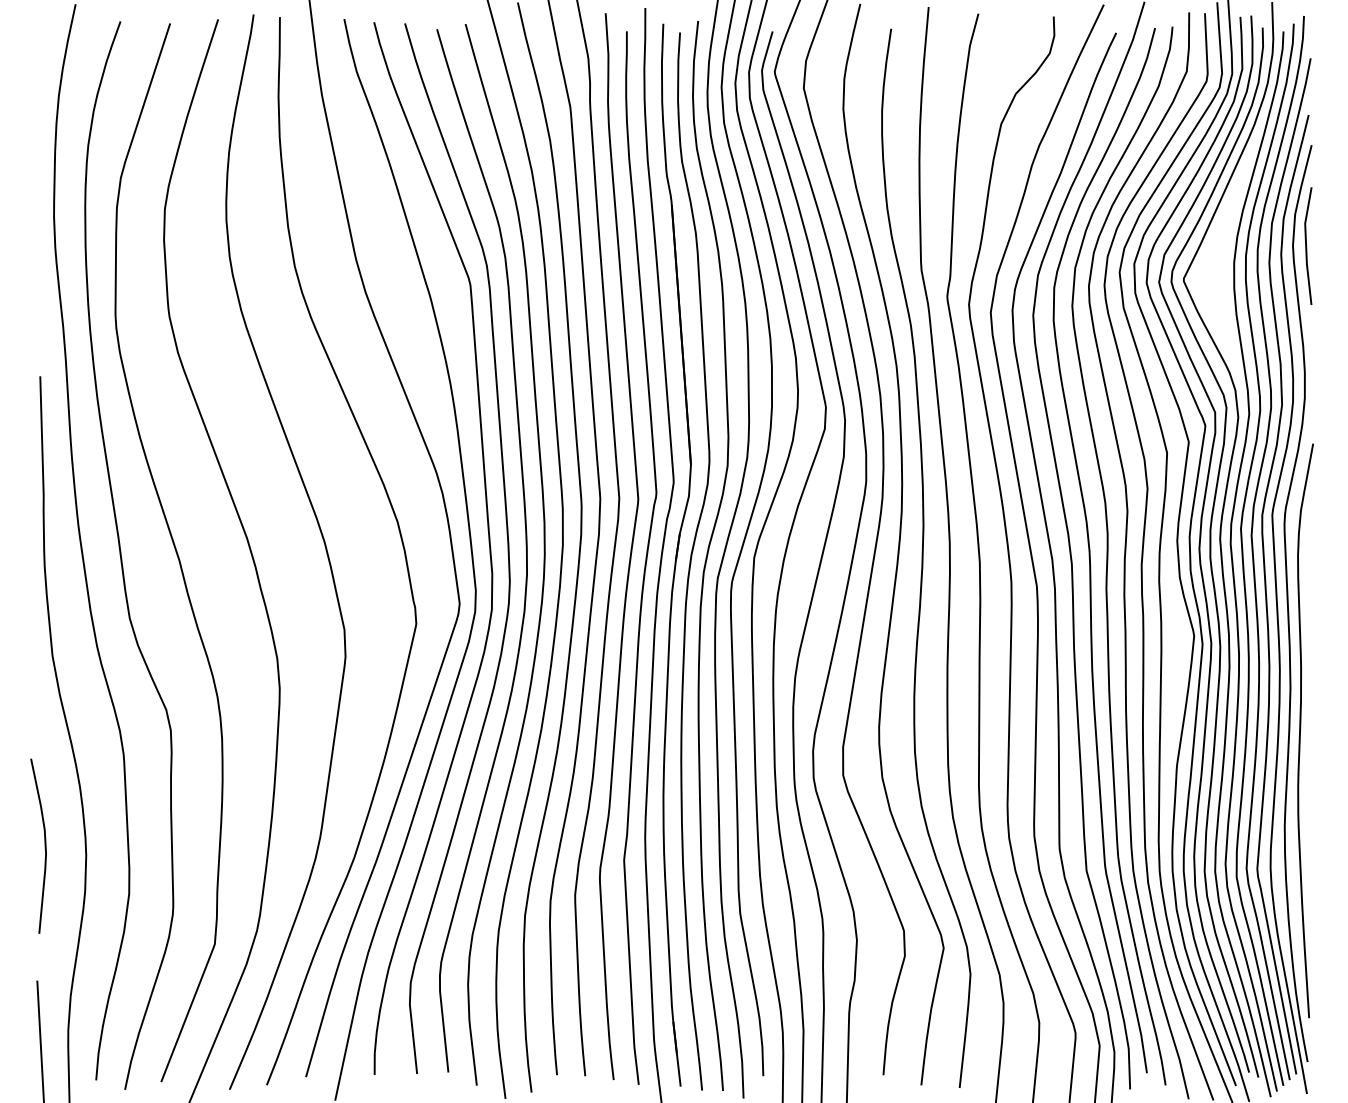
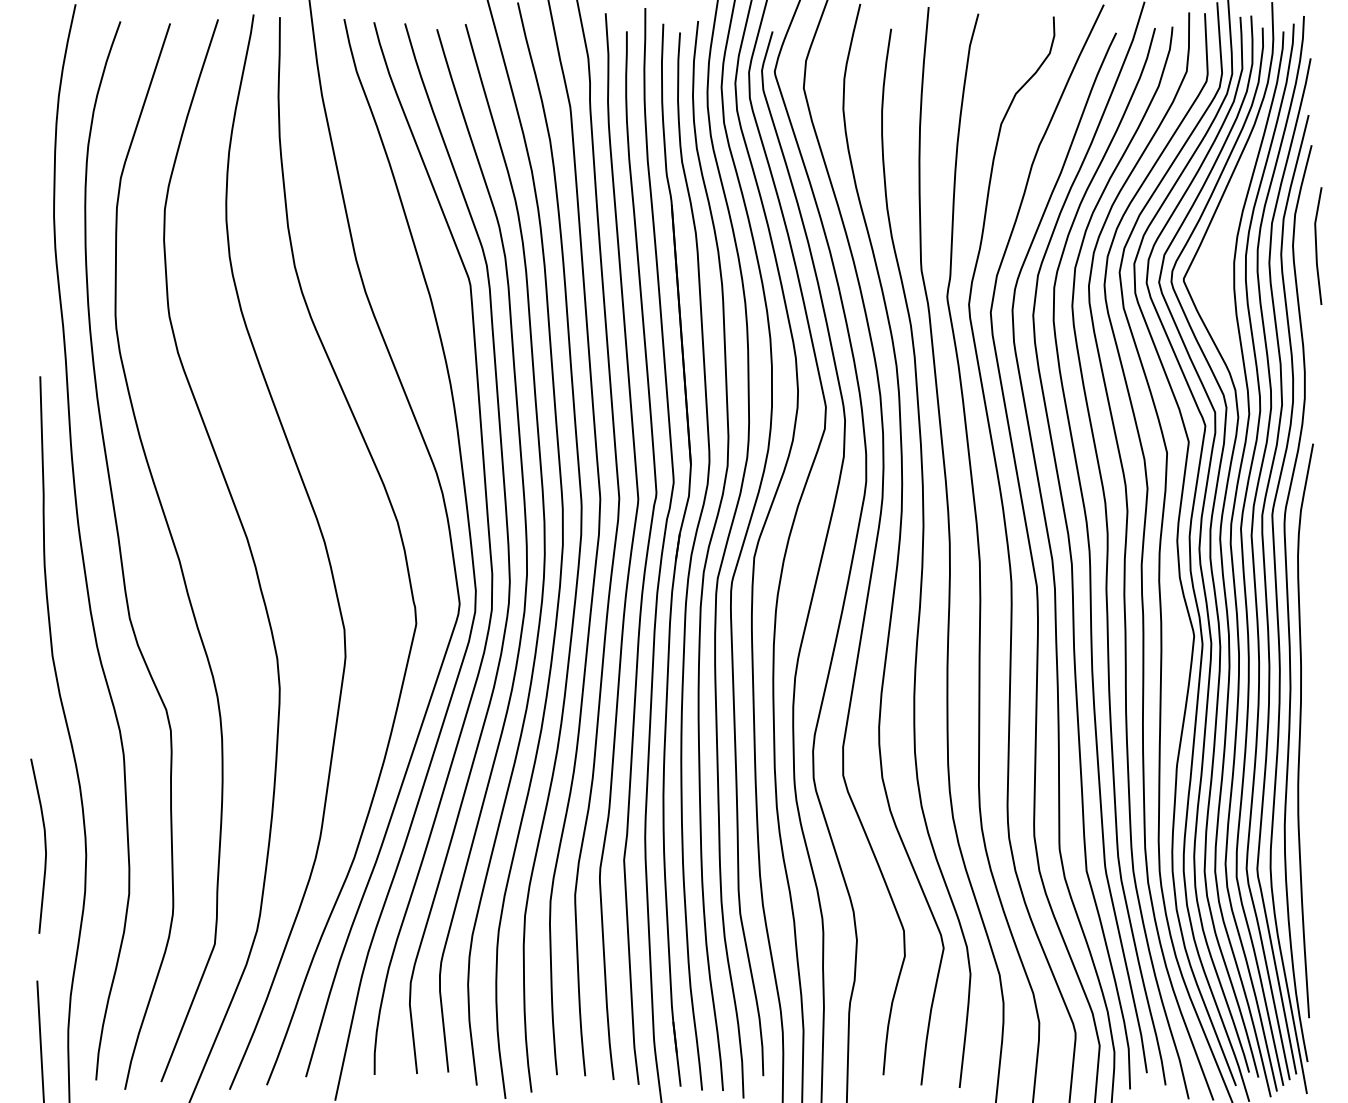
line at (1307, 246) position: (1307, 246) -> (1317, 246)
